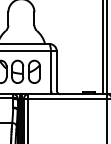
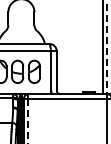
line at (107, 47): solid -> dashed
line at (28, 121): solid -> dashed
